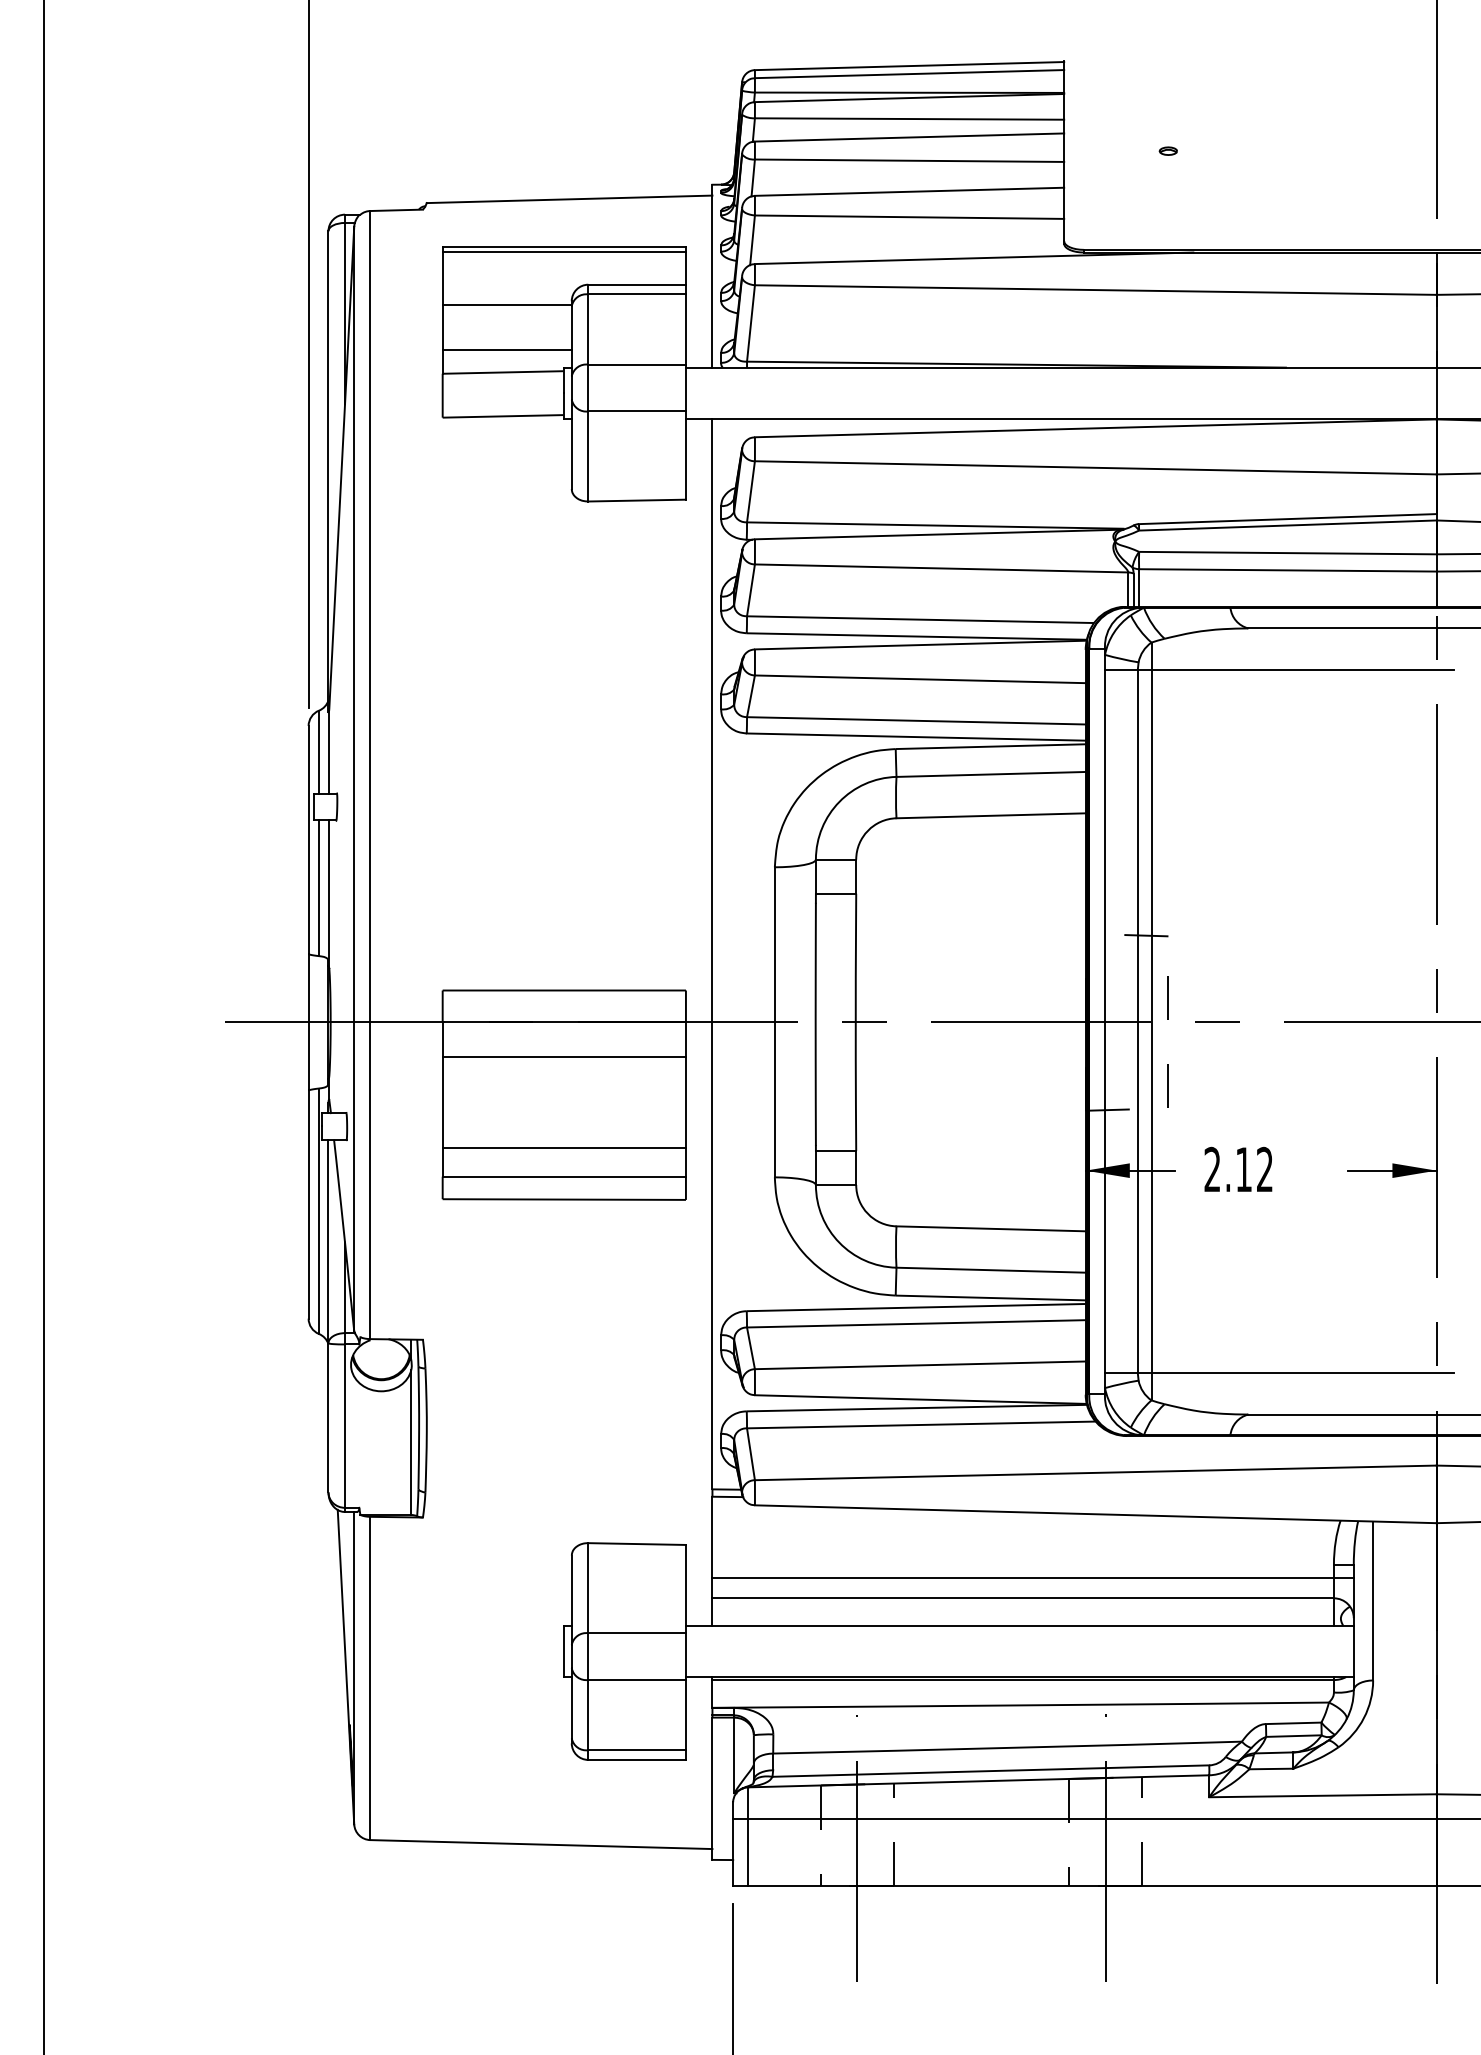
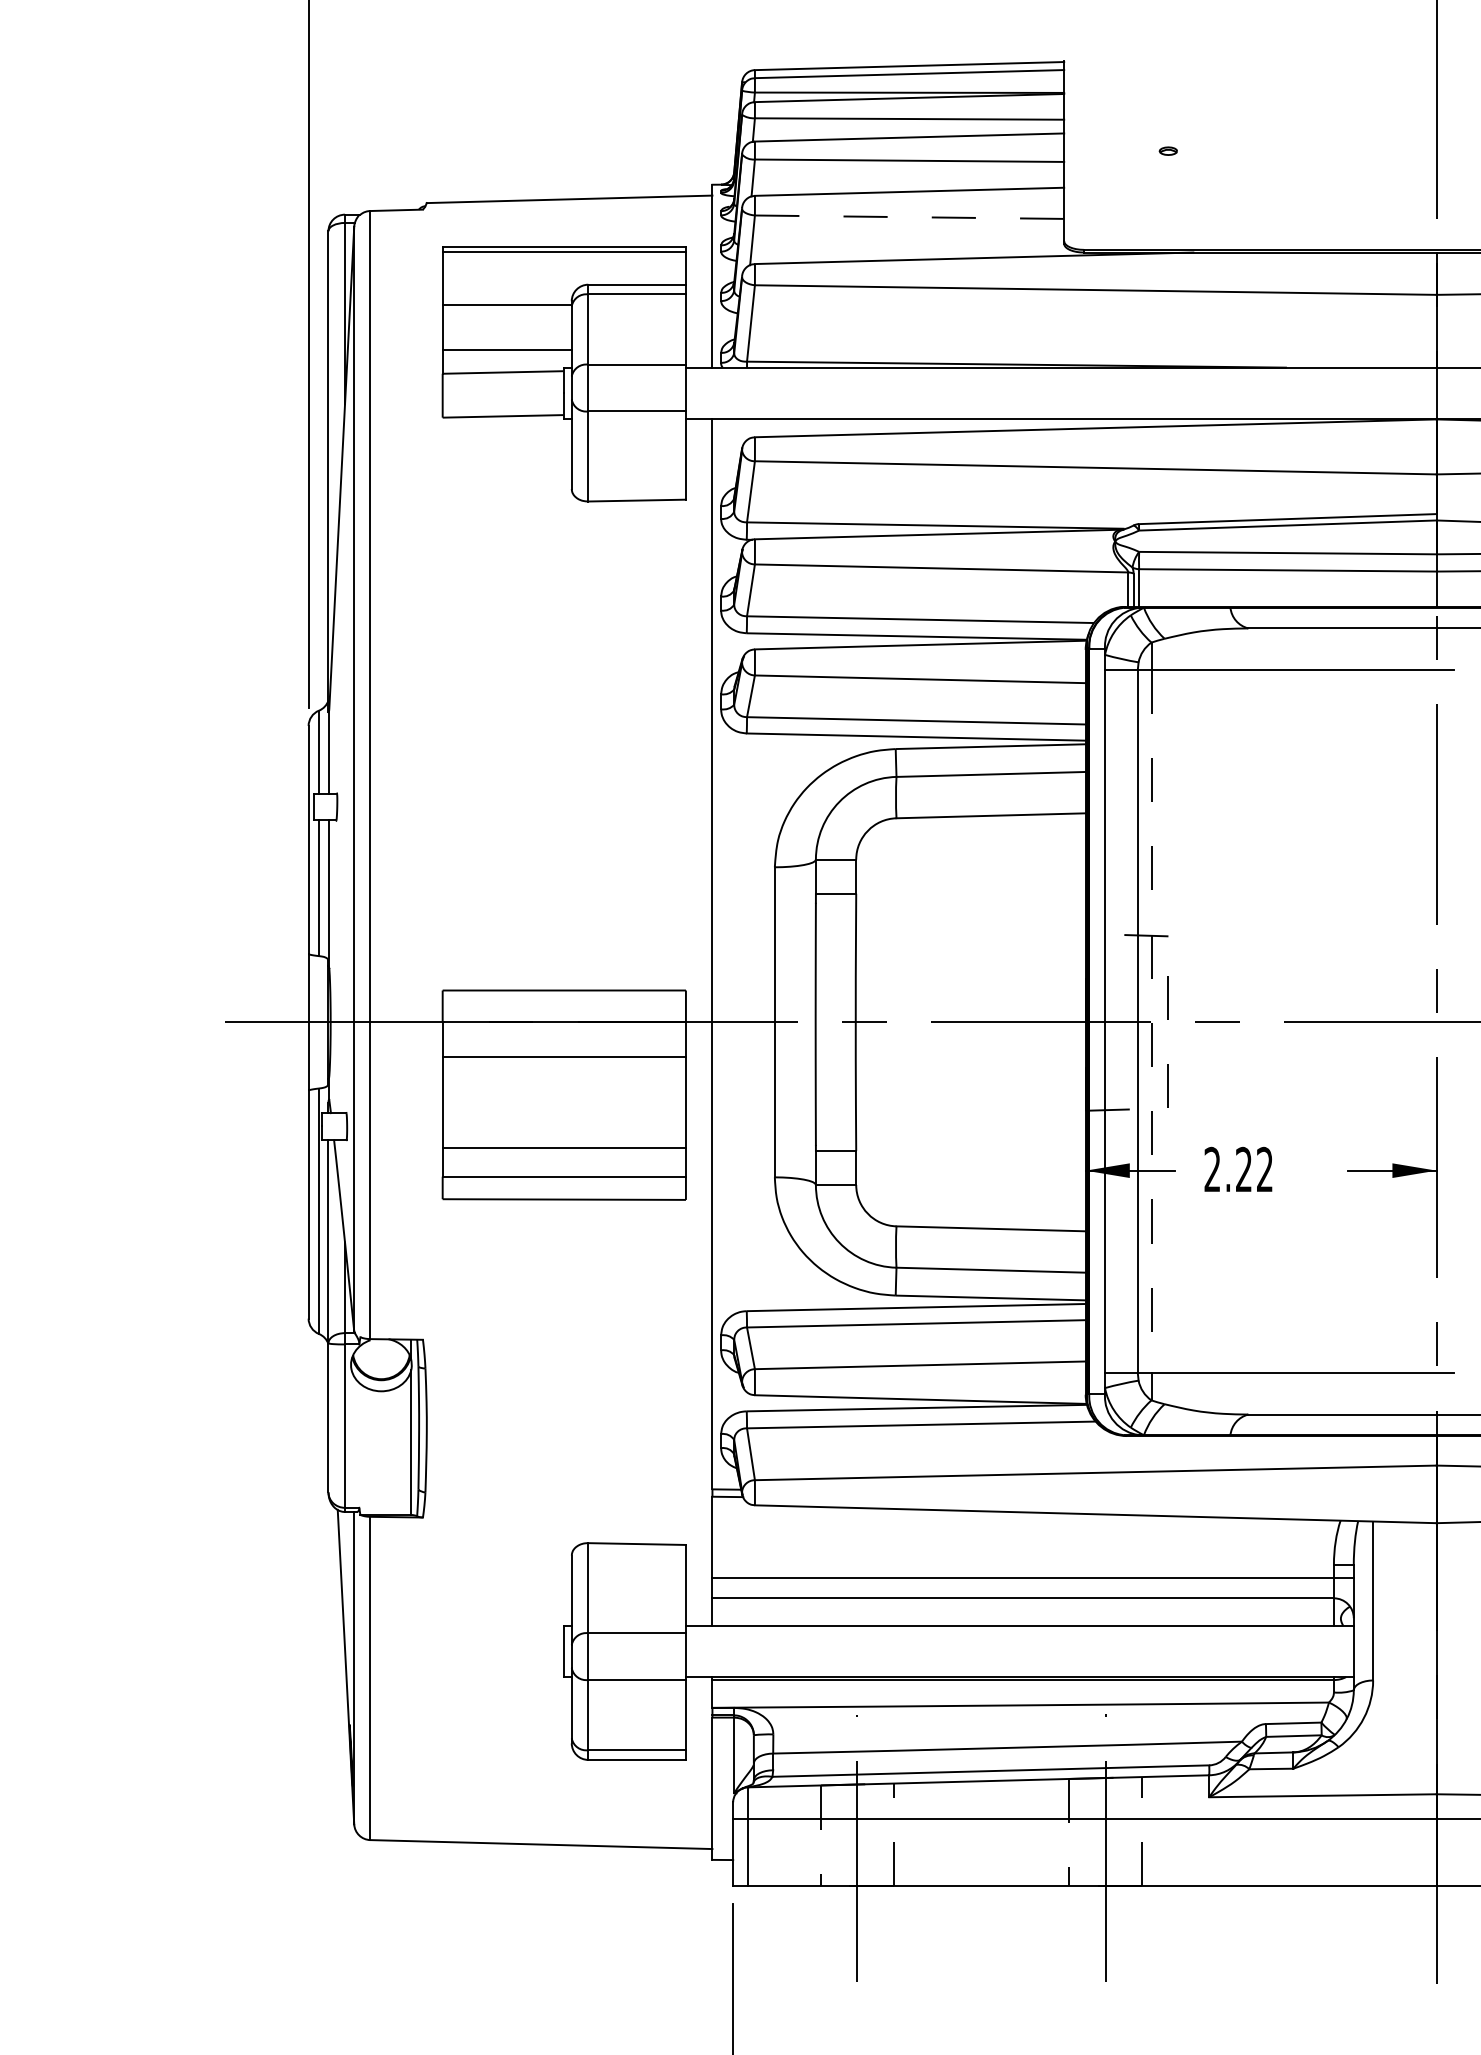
line at (909, 217): solid -> dashed
line at (1151, 1021): solid -> dashed
line at (44, 1026): present -> none
text at (1243, 1168): 2.12 -> 2.22
